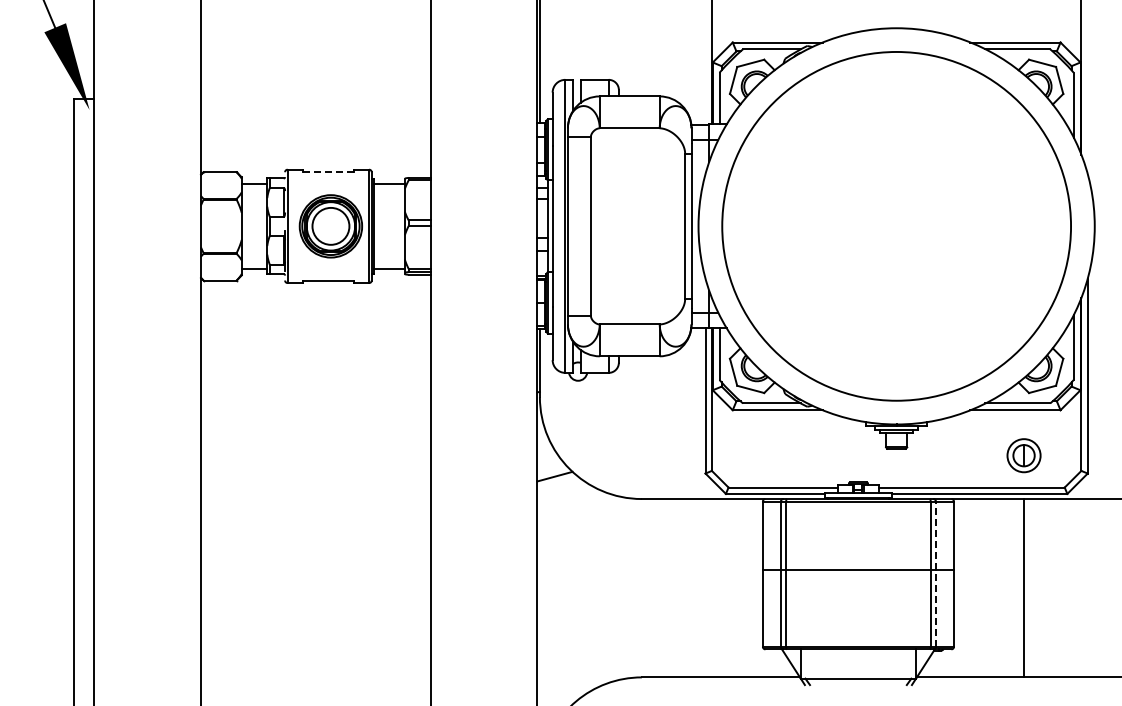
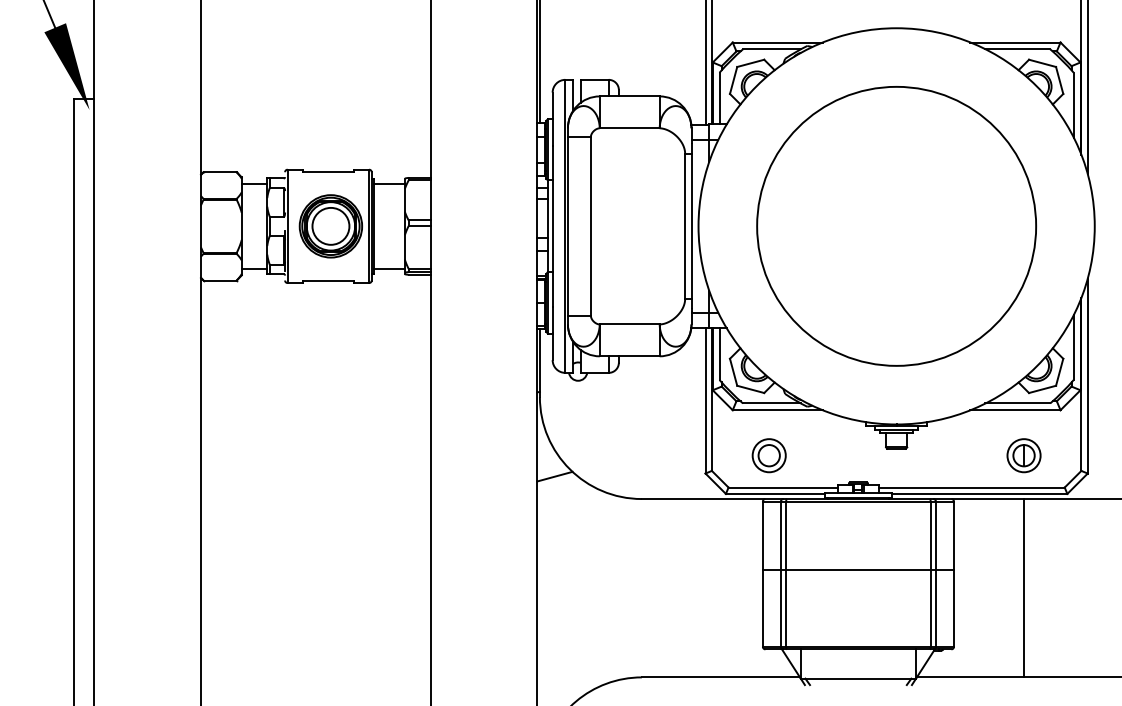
line at (705, 63): none -> present
line at (1087, 88): none -> present
line at (327, 171): dashed -> solid
circle at (896, 225) diameter: 349 px -> 279 px
part at (768, 455): none -> present
line at (935, 574): dashed -> solid
